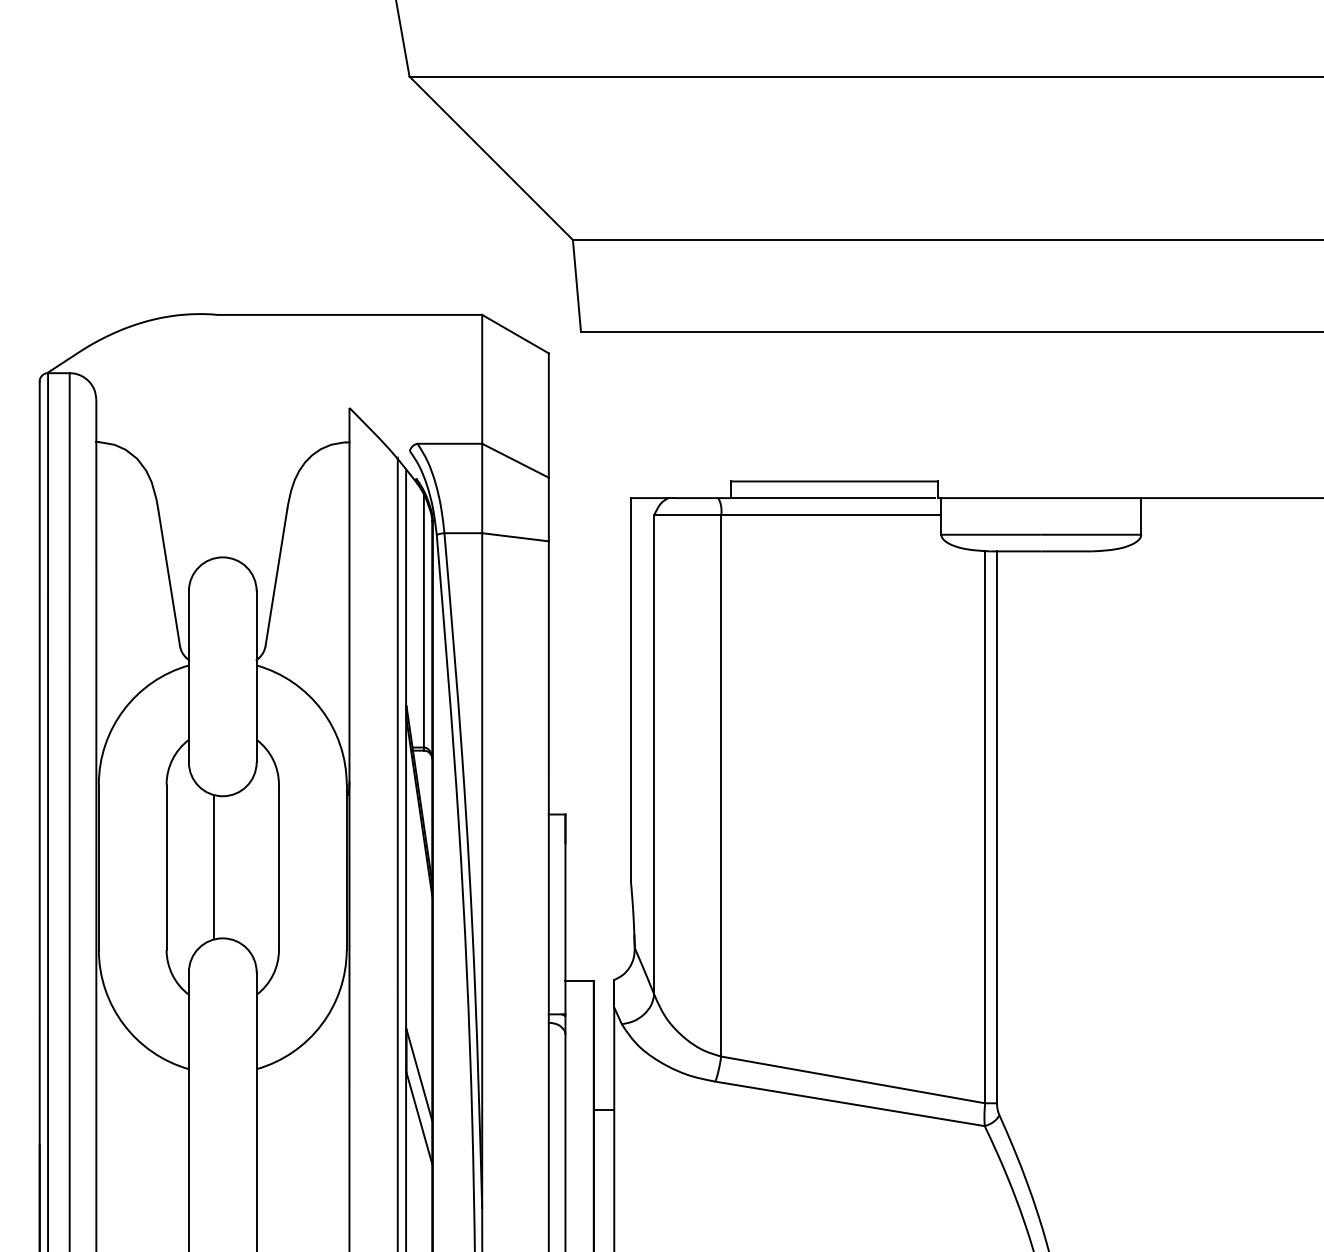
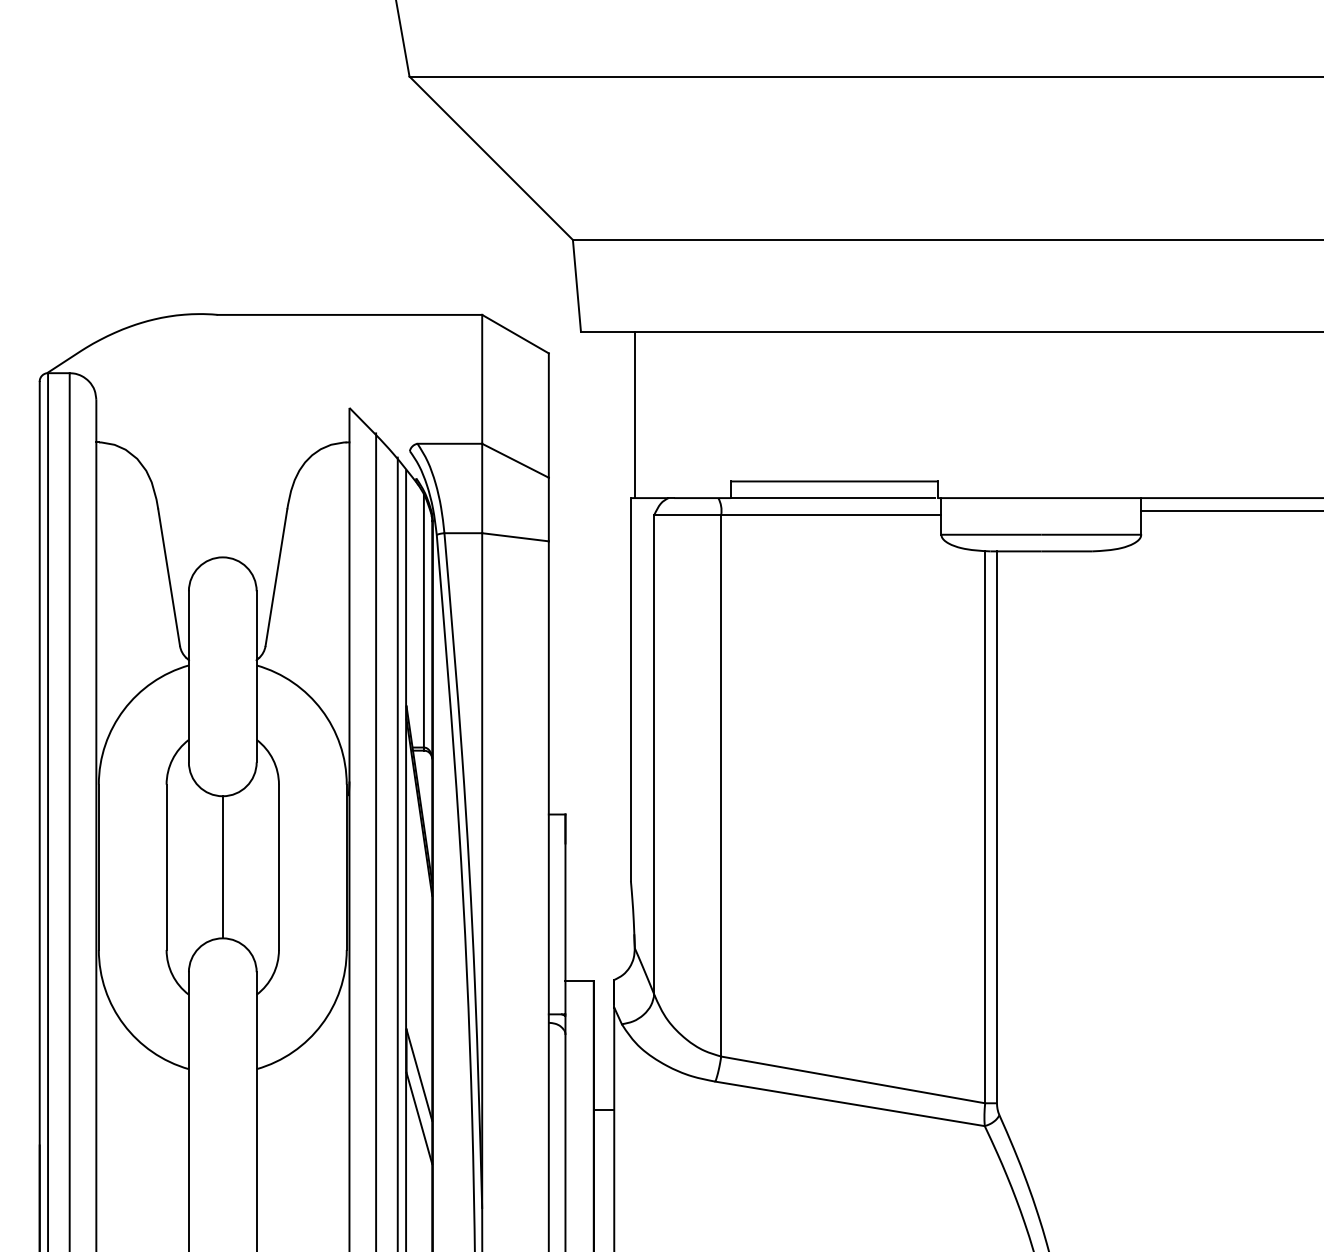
line at (635, 414): none -> present
line at (1230, 511): none -> present
line at (376, 840): none -> present
line at (213, 867) position: (213, 867) -> (222, 867)
